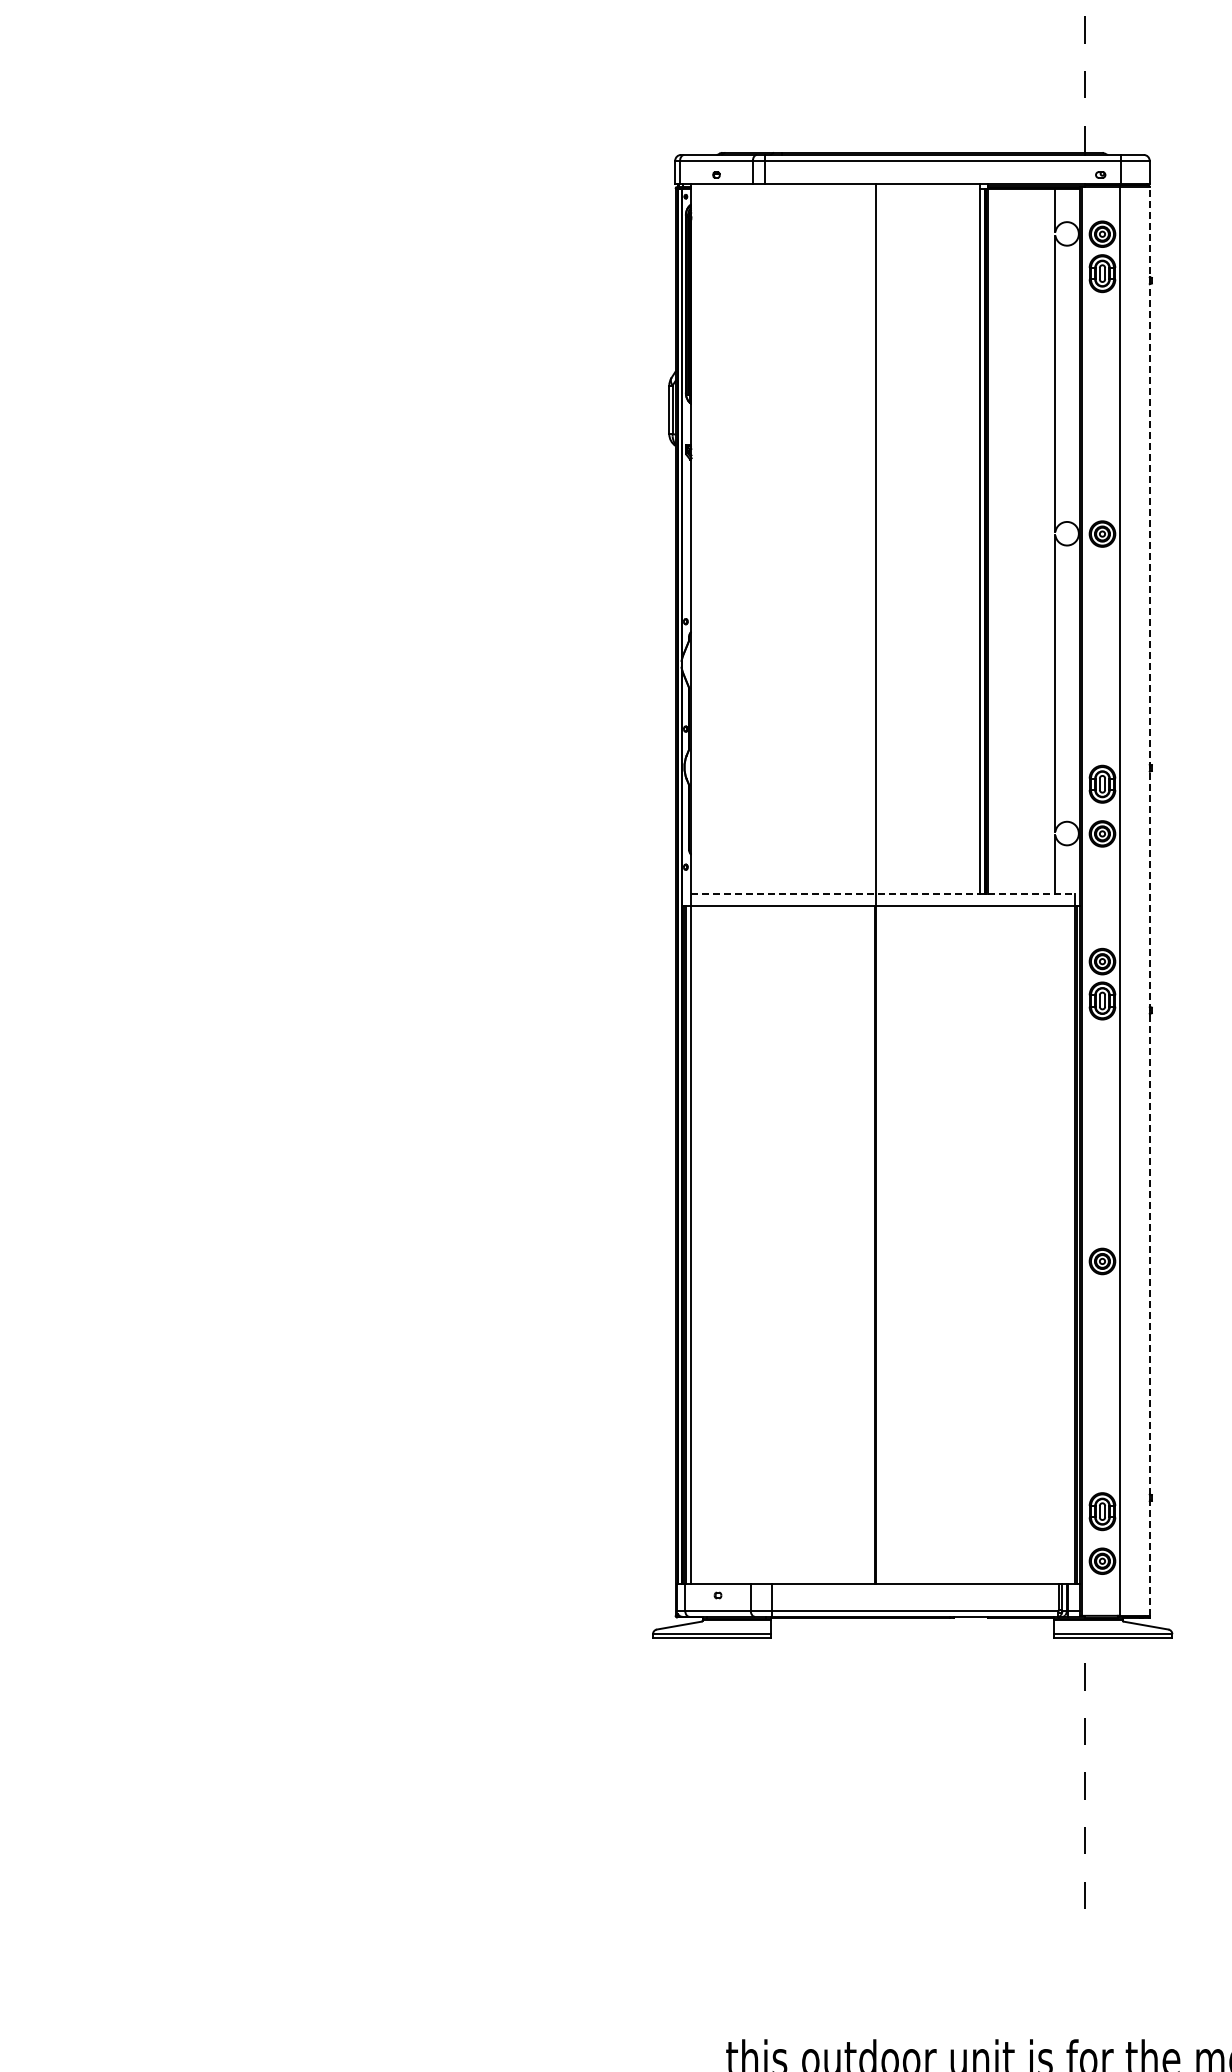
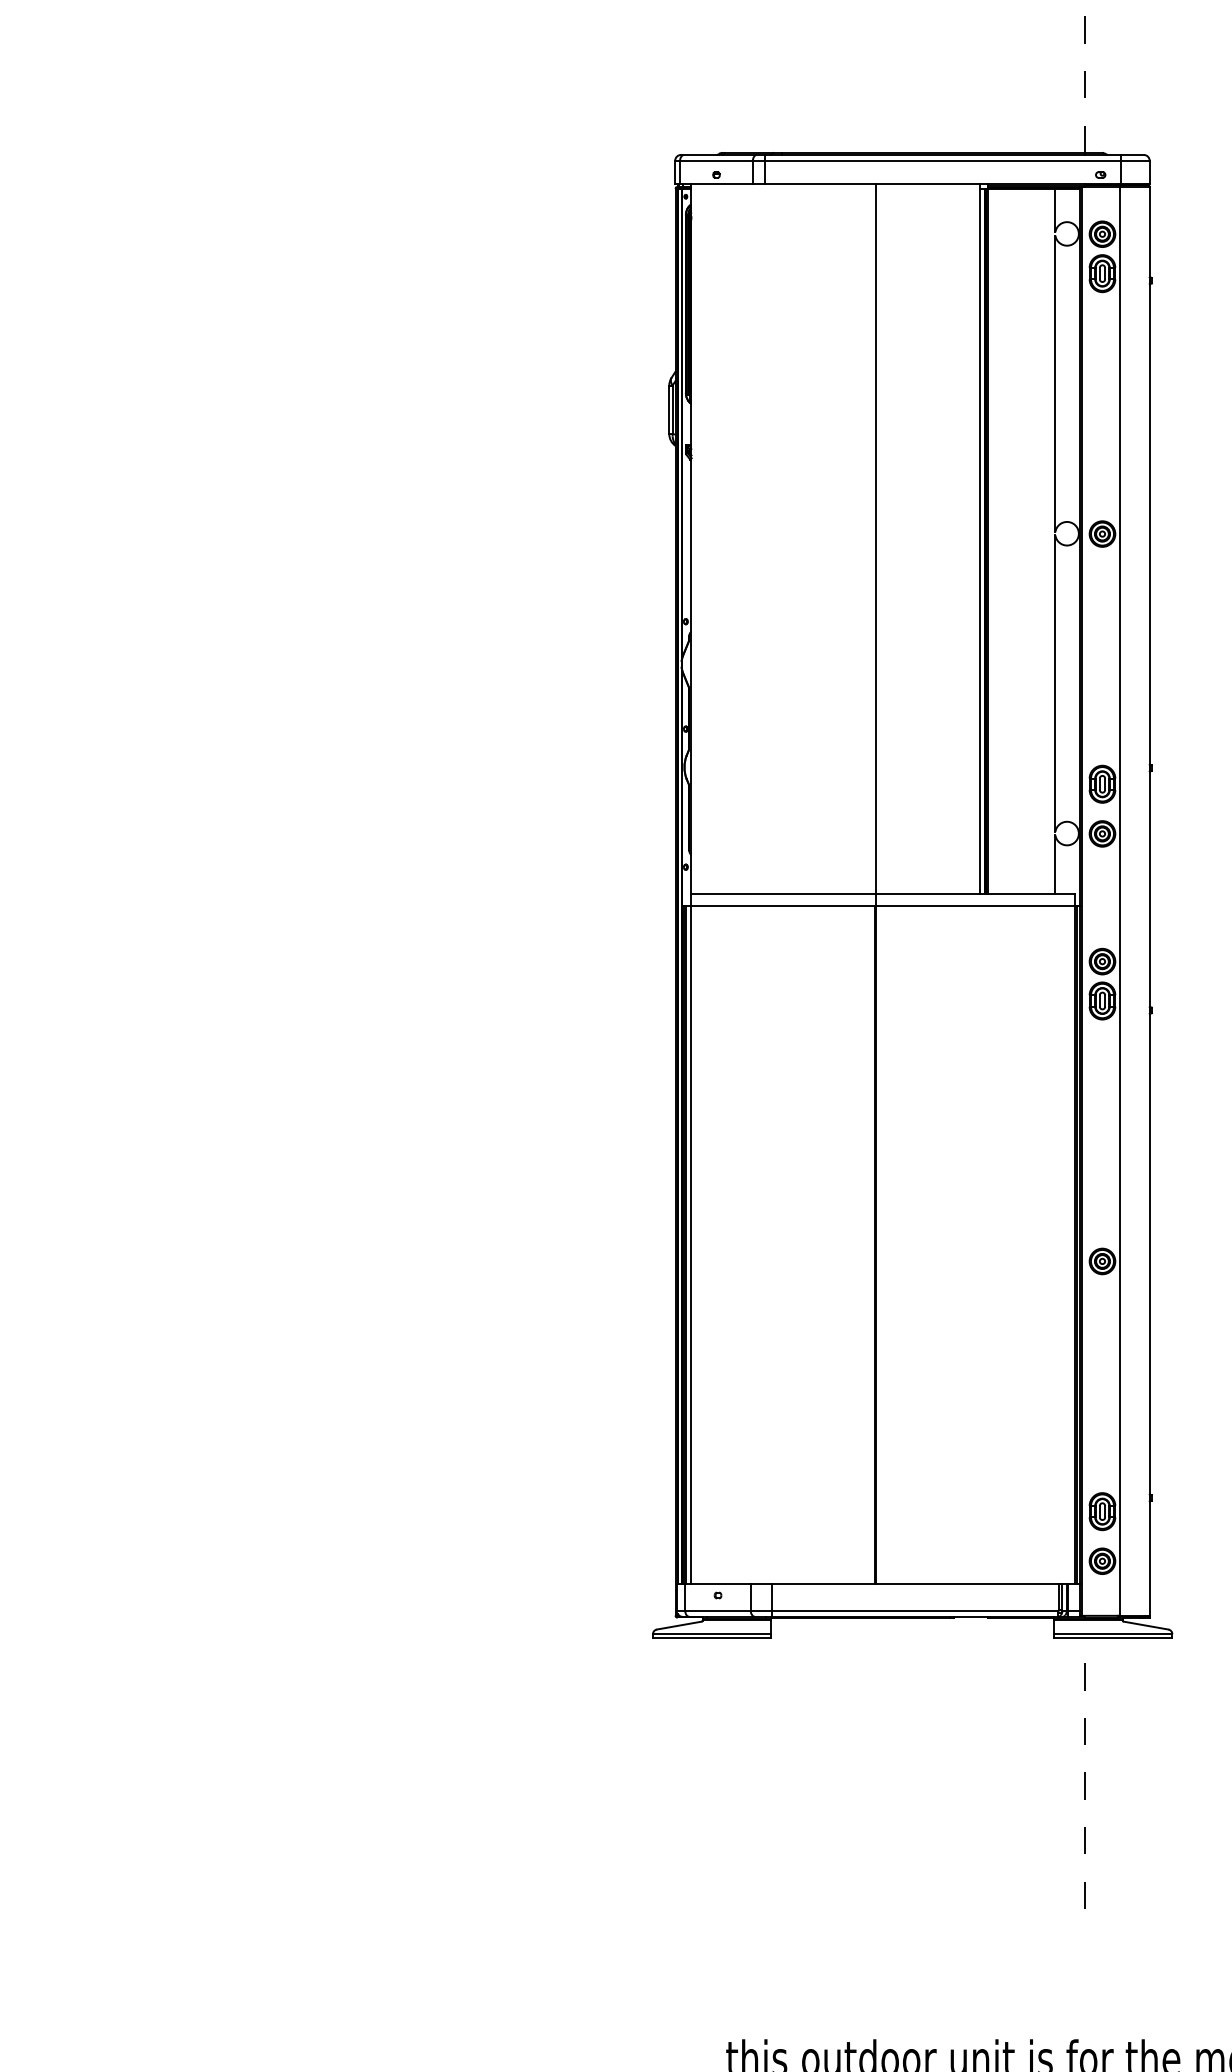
line at (883, 894): dashed -> solid
line at (1149, 900): dashed -> solid
